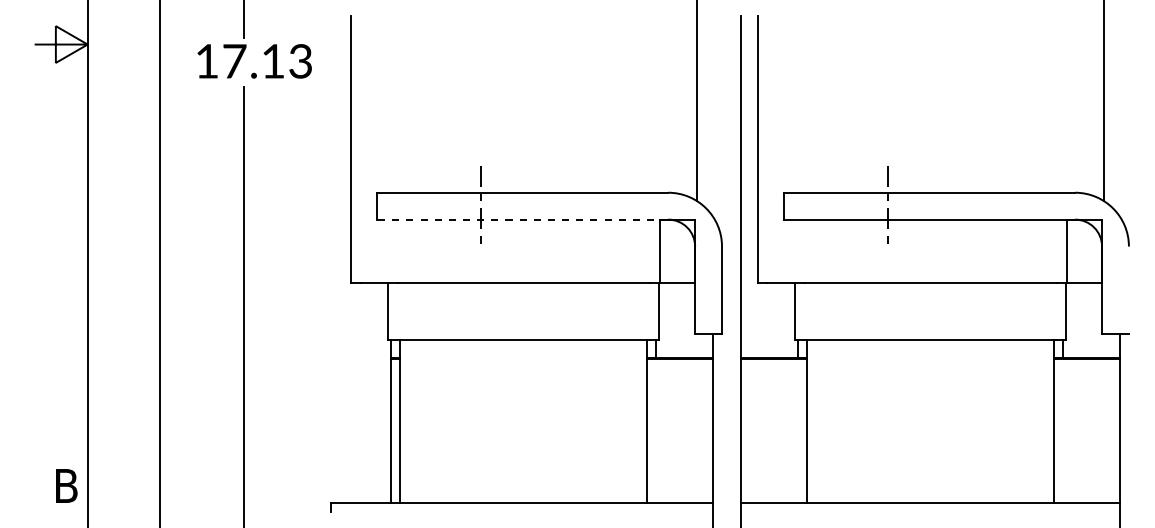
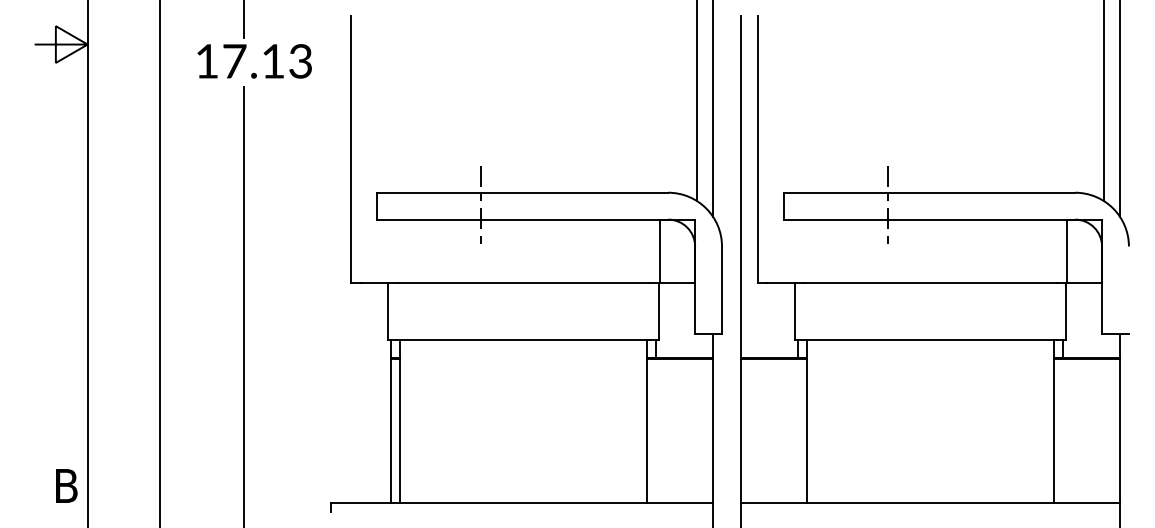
line at (713, 109): none -> present
line at (1120, 109): none -> present
line at (522, 219): dashed -> solid
